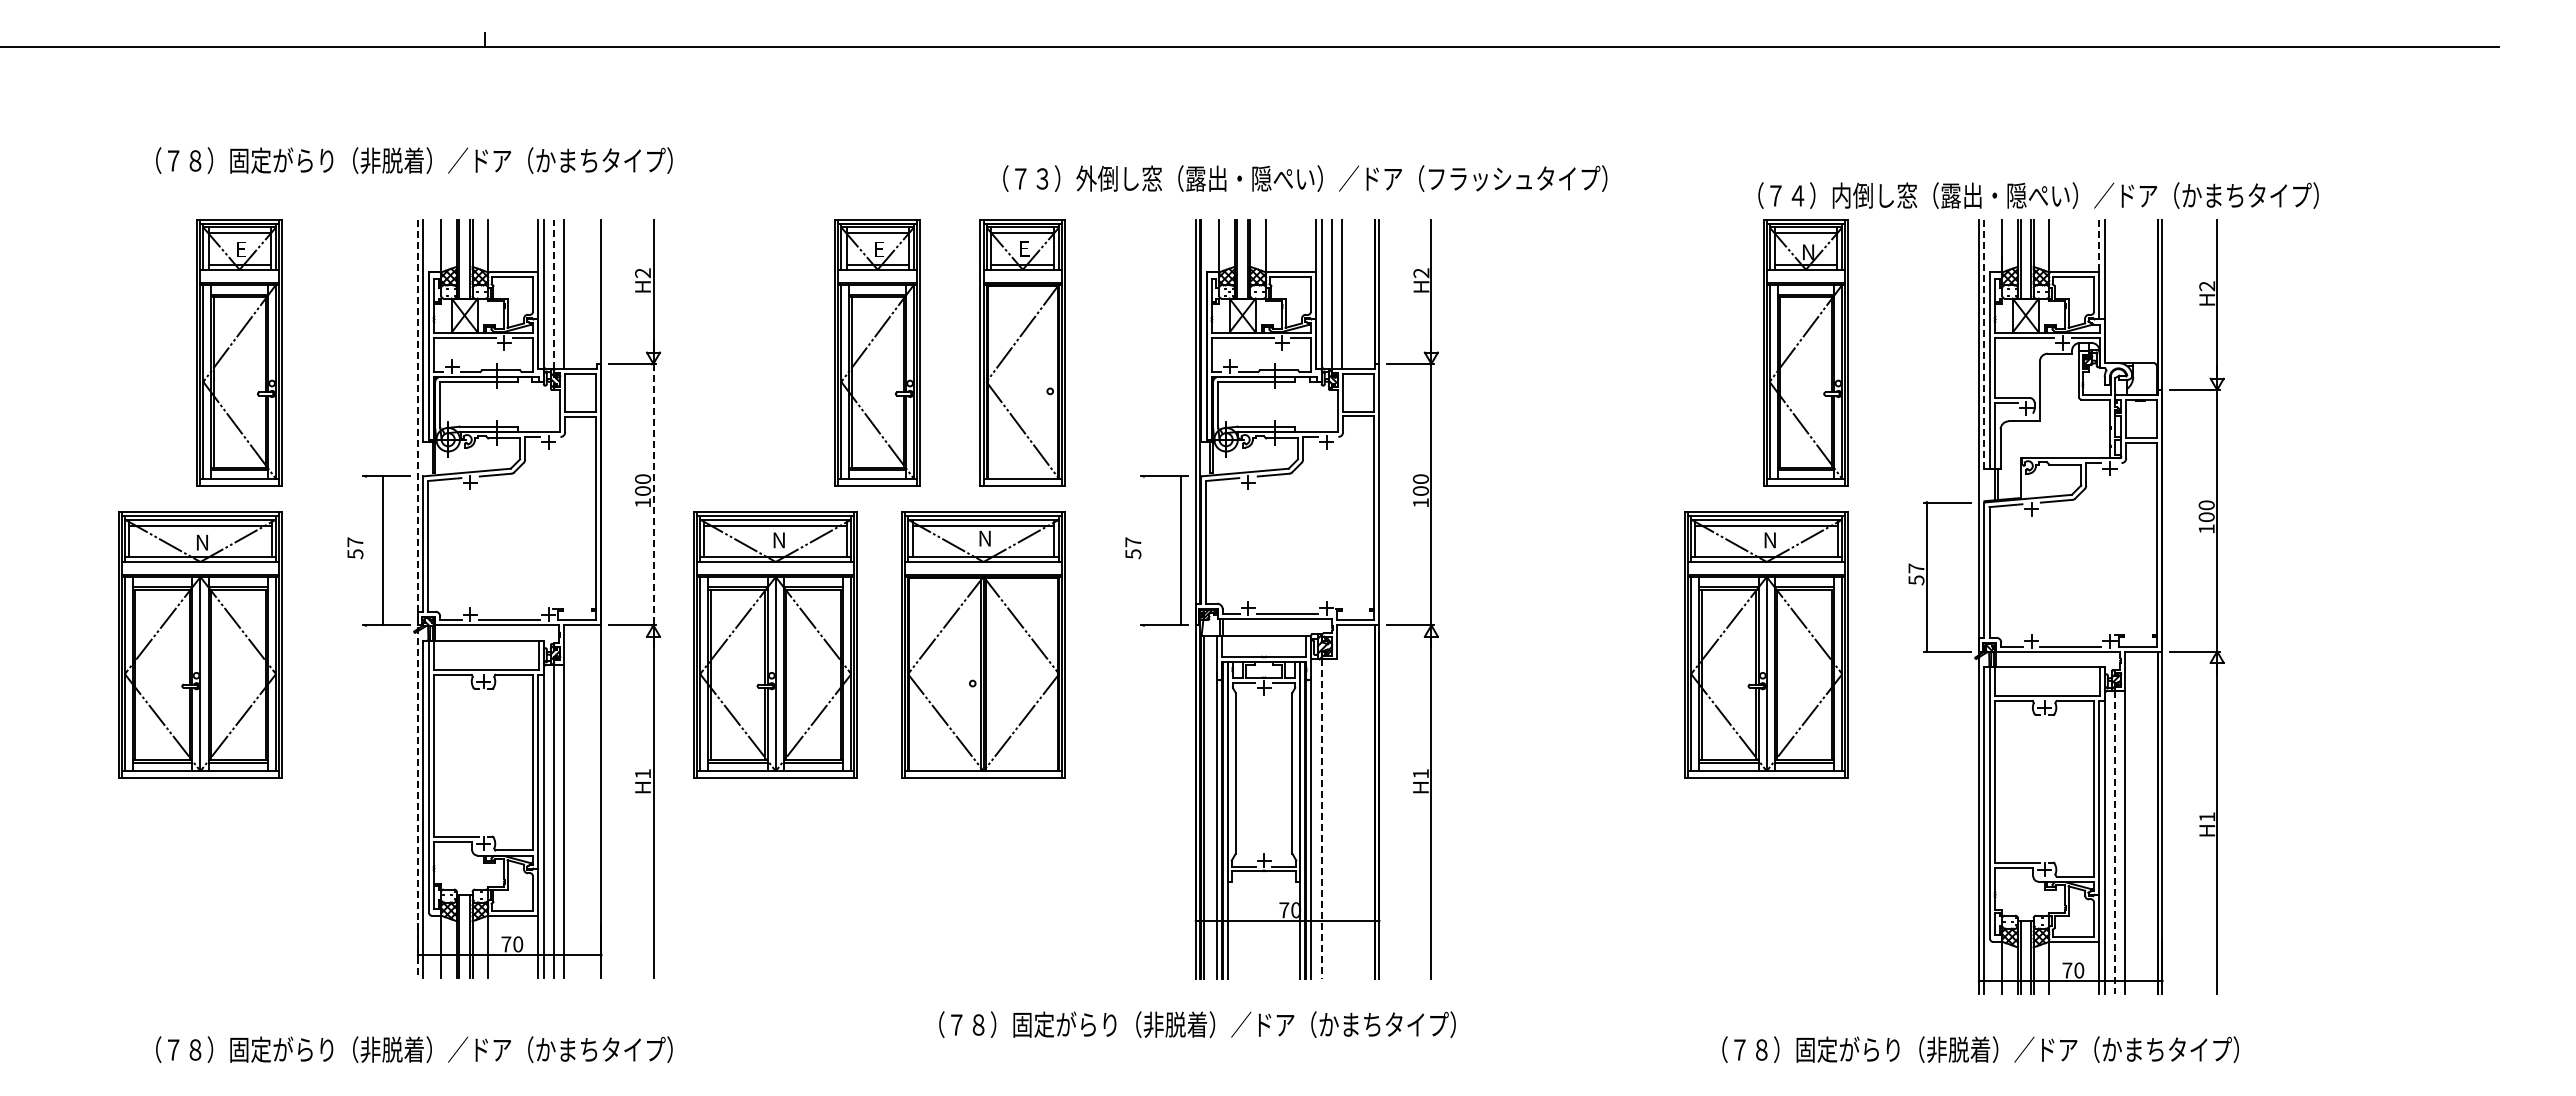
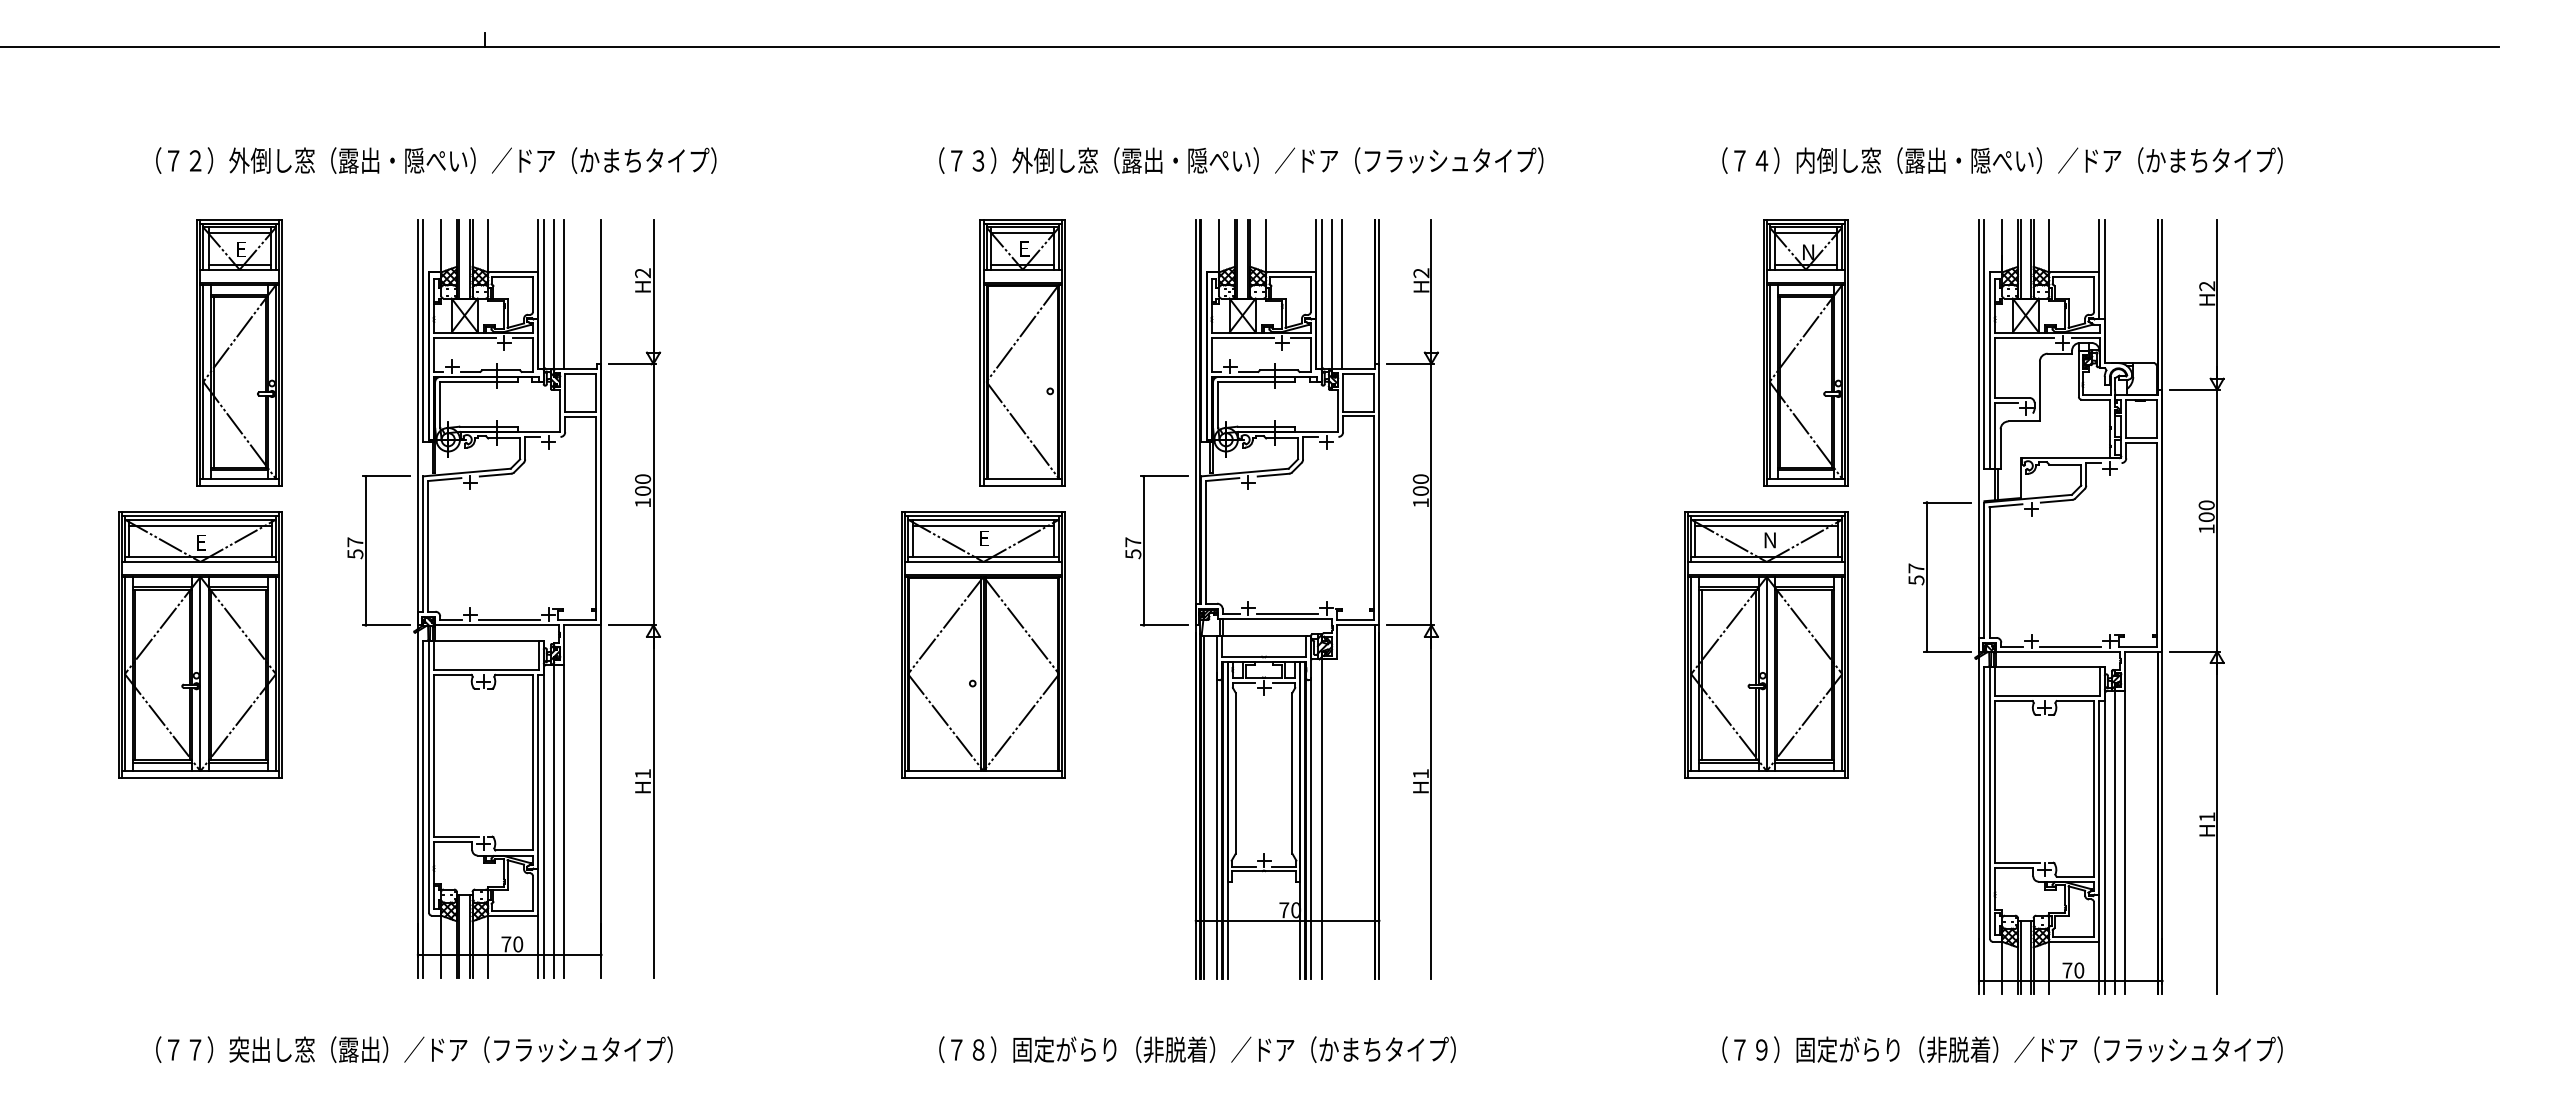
text at (452, 160): （７８）固定がらり（非脱着）／ドア（かまちタイプ） -> （７２）外倒し窓（露出・隠ぺい）／ドア（かまちタイプ）
text at (1305, 178) position: (1305, 178) -> (1241, 160)
text at (2038, 195) position: (2038, 195) -> (2002, 160)
line at (2098, 246): dashed -> solid
line at (554, 294): dashed -> solid
line at (1984, 343): dashed -> solid
part at (877, 352): present -> none
line at (653, 494): dashed -> solid
text at (984, 538): N -> E
text at (202, 542): N -> E
line at (382, 550) position: (382, 550) -> (365, 550)
line at (1180, 550) position: (1180, 550) -> (1143, 550)
line at (418, 599): dashed -> solid
part at (775, 644): present -> none
line at (1321, 819): dashed -> solid
line at (2115, 842): dashed -> solid
text at (1197, 1024) position: (1197, 1024) -> (1197, 1049)
text at (393, 1049): （７８）固定がらり（非脱着）／ドア（かまちタイプ） -> （７７）突出し窓（露出）／ドア（フラッシュタイプ）
text at (2019, 1049): （７８）固定がらり（非脱着）／ドア（かまちタイプ） -> （７９）固定がらり（非脱着）／ドア（フラッシュタイプ）
